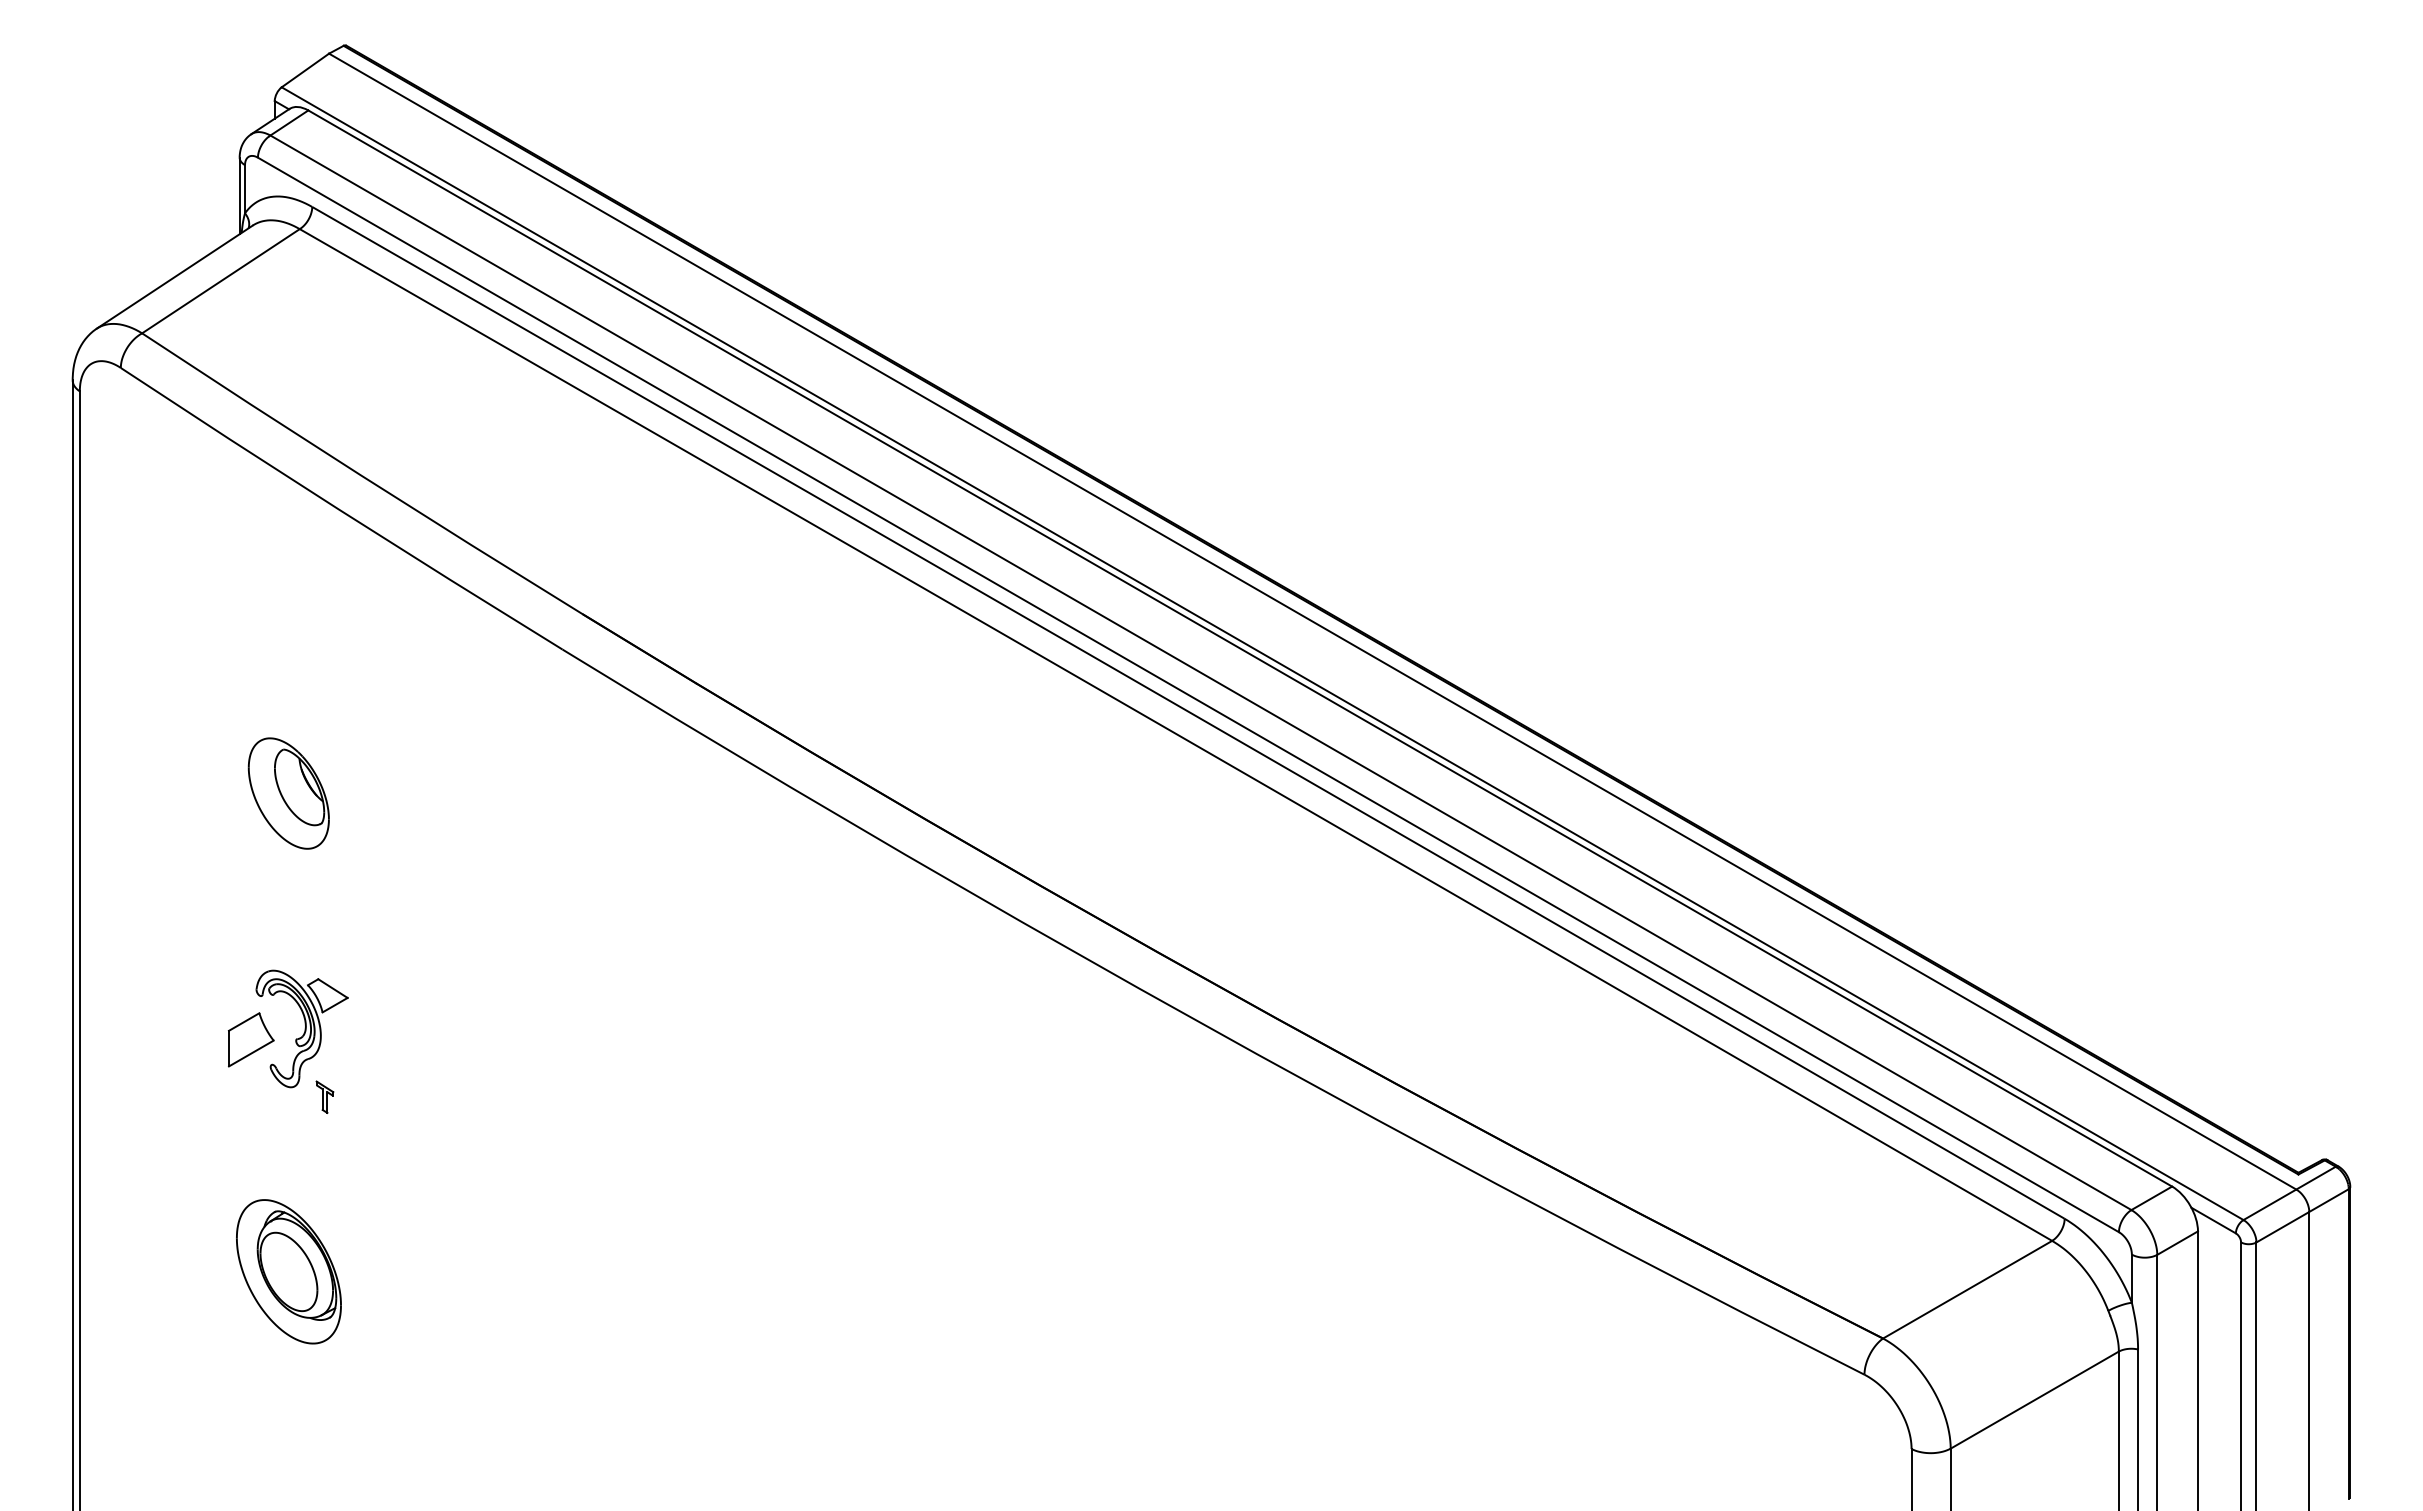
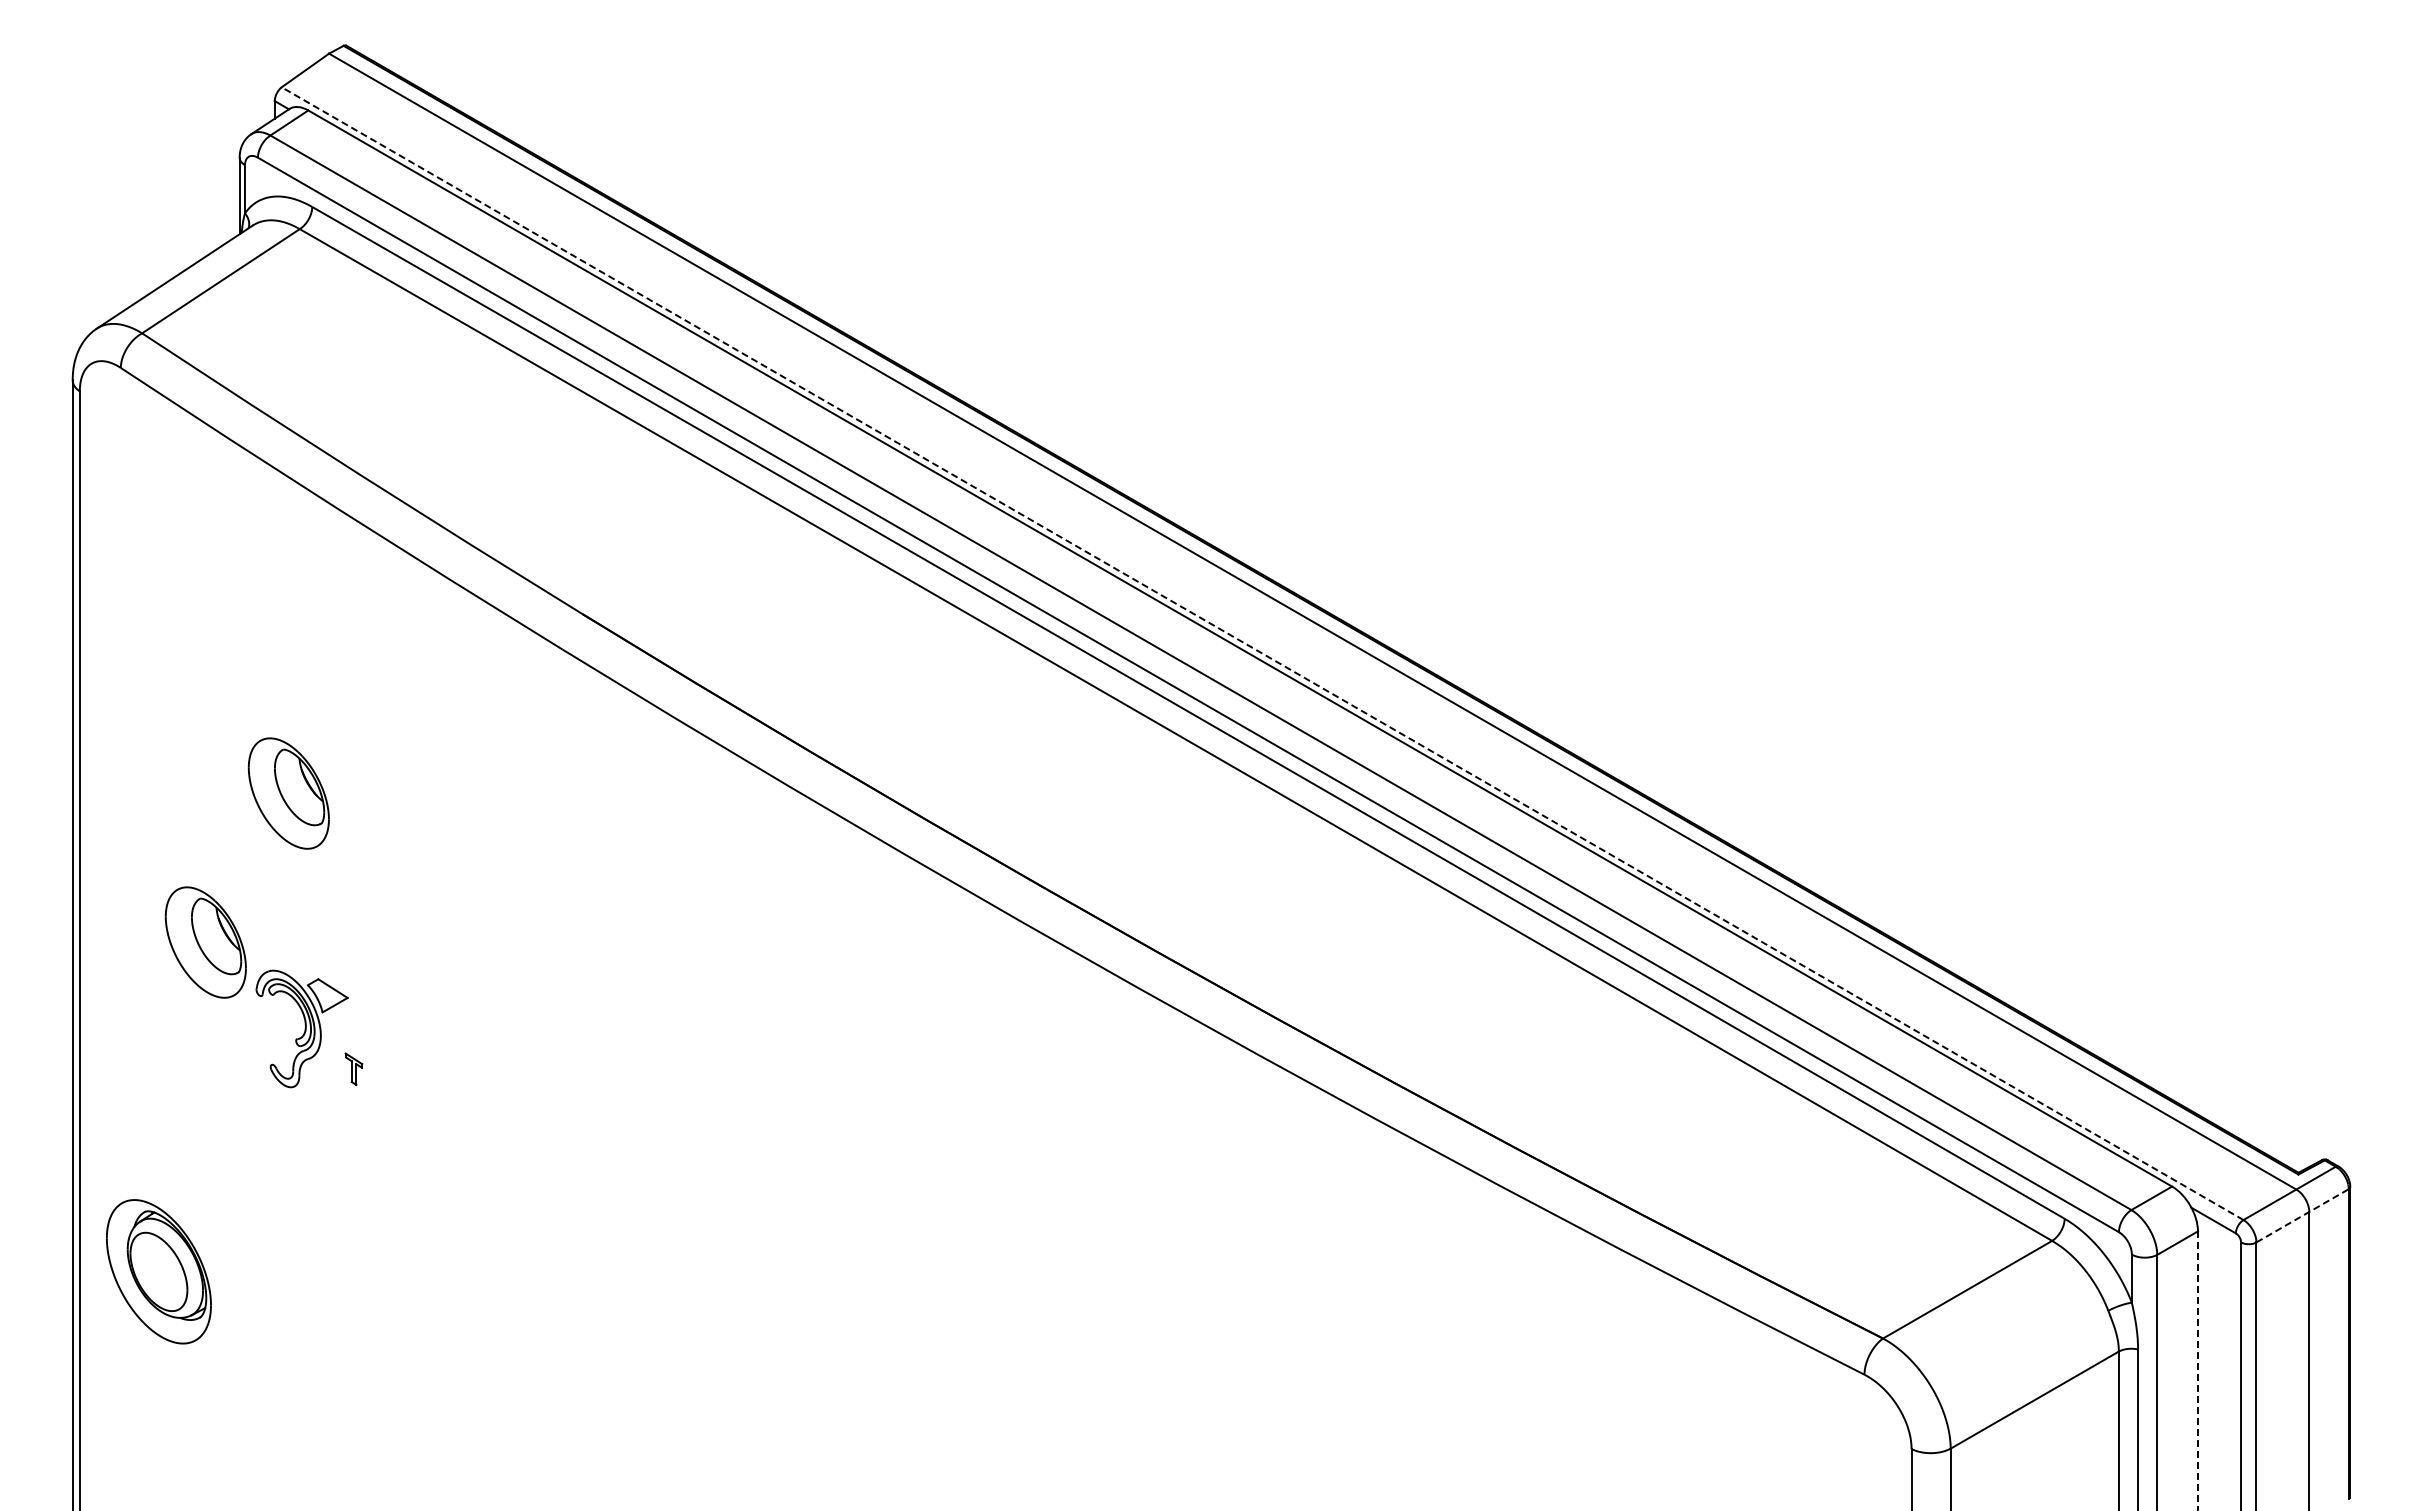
line at (1262, 653): solid -> dashed
part at (205, 942): none -> present
part at (251, 1039): present -> none
part at (324, 1096) position: (324, 1096) -> (353, 1068)
line at (2303, 1215): solid -> dashed
part at (288, 1271) position: (288, 1271) -> (158, 1271)
line at (2197, 1371): solid -> dashed
